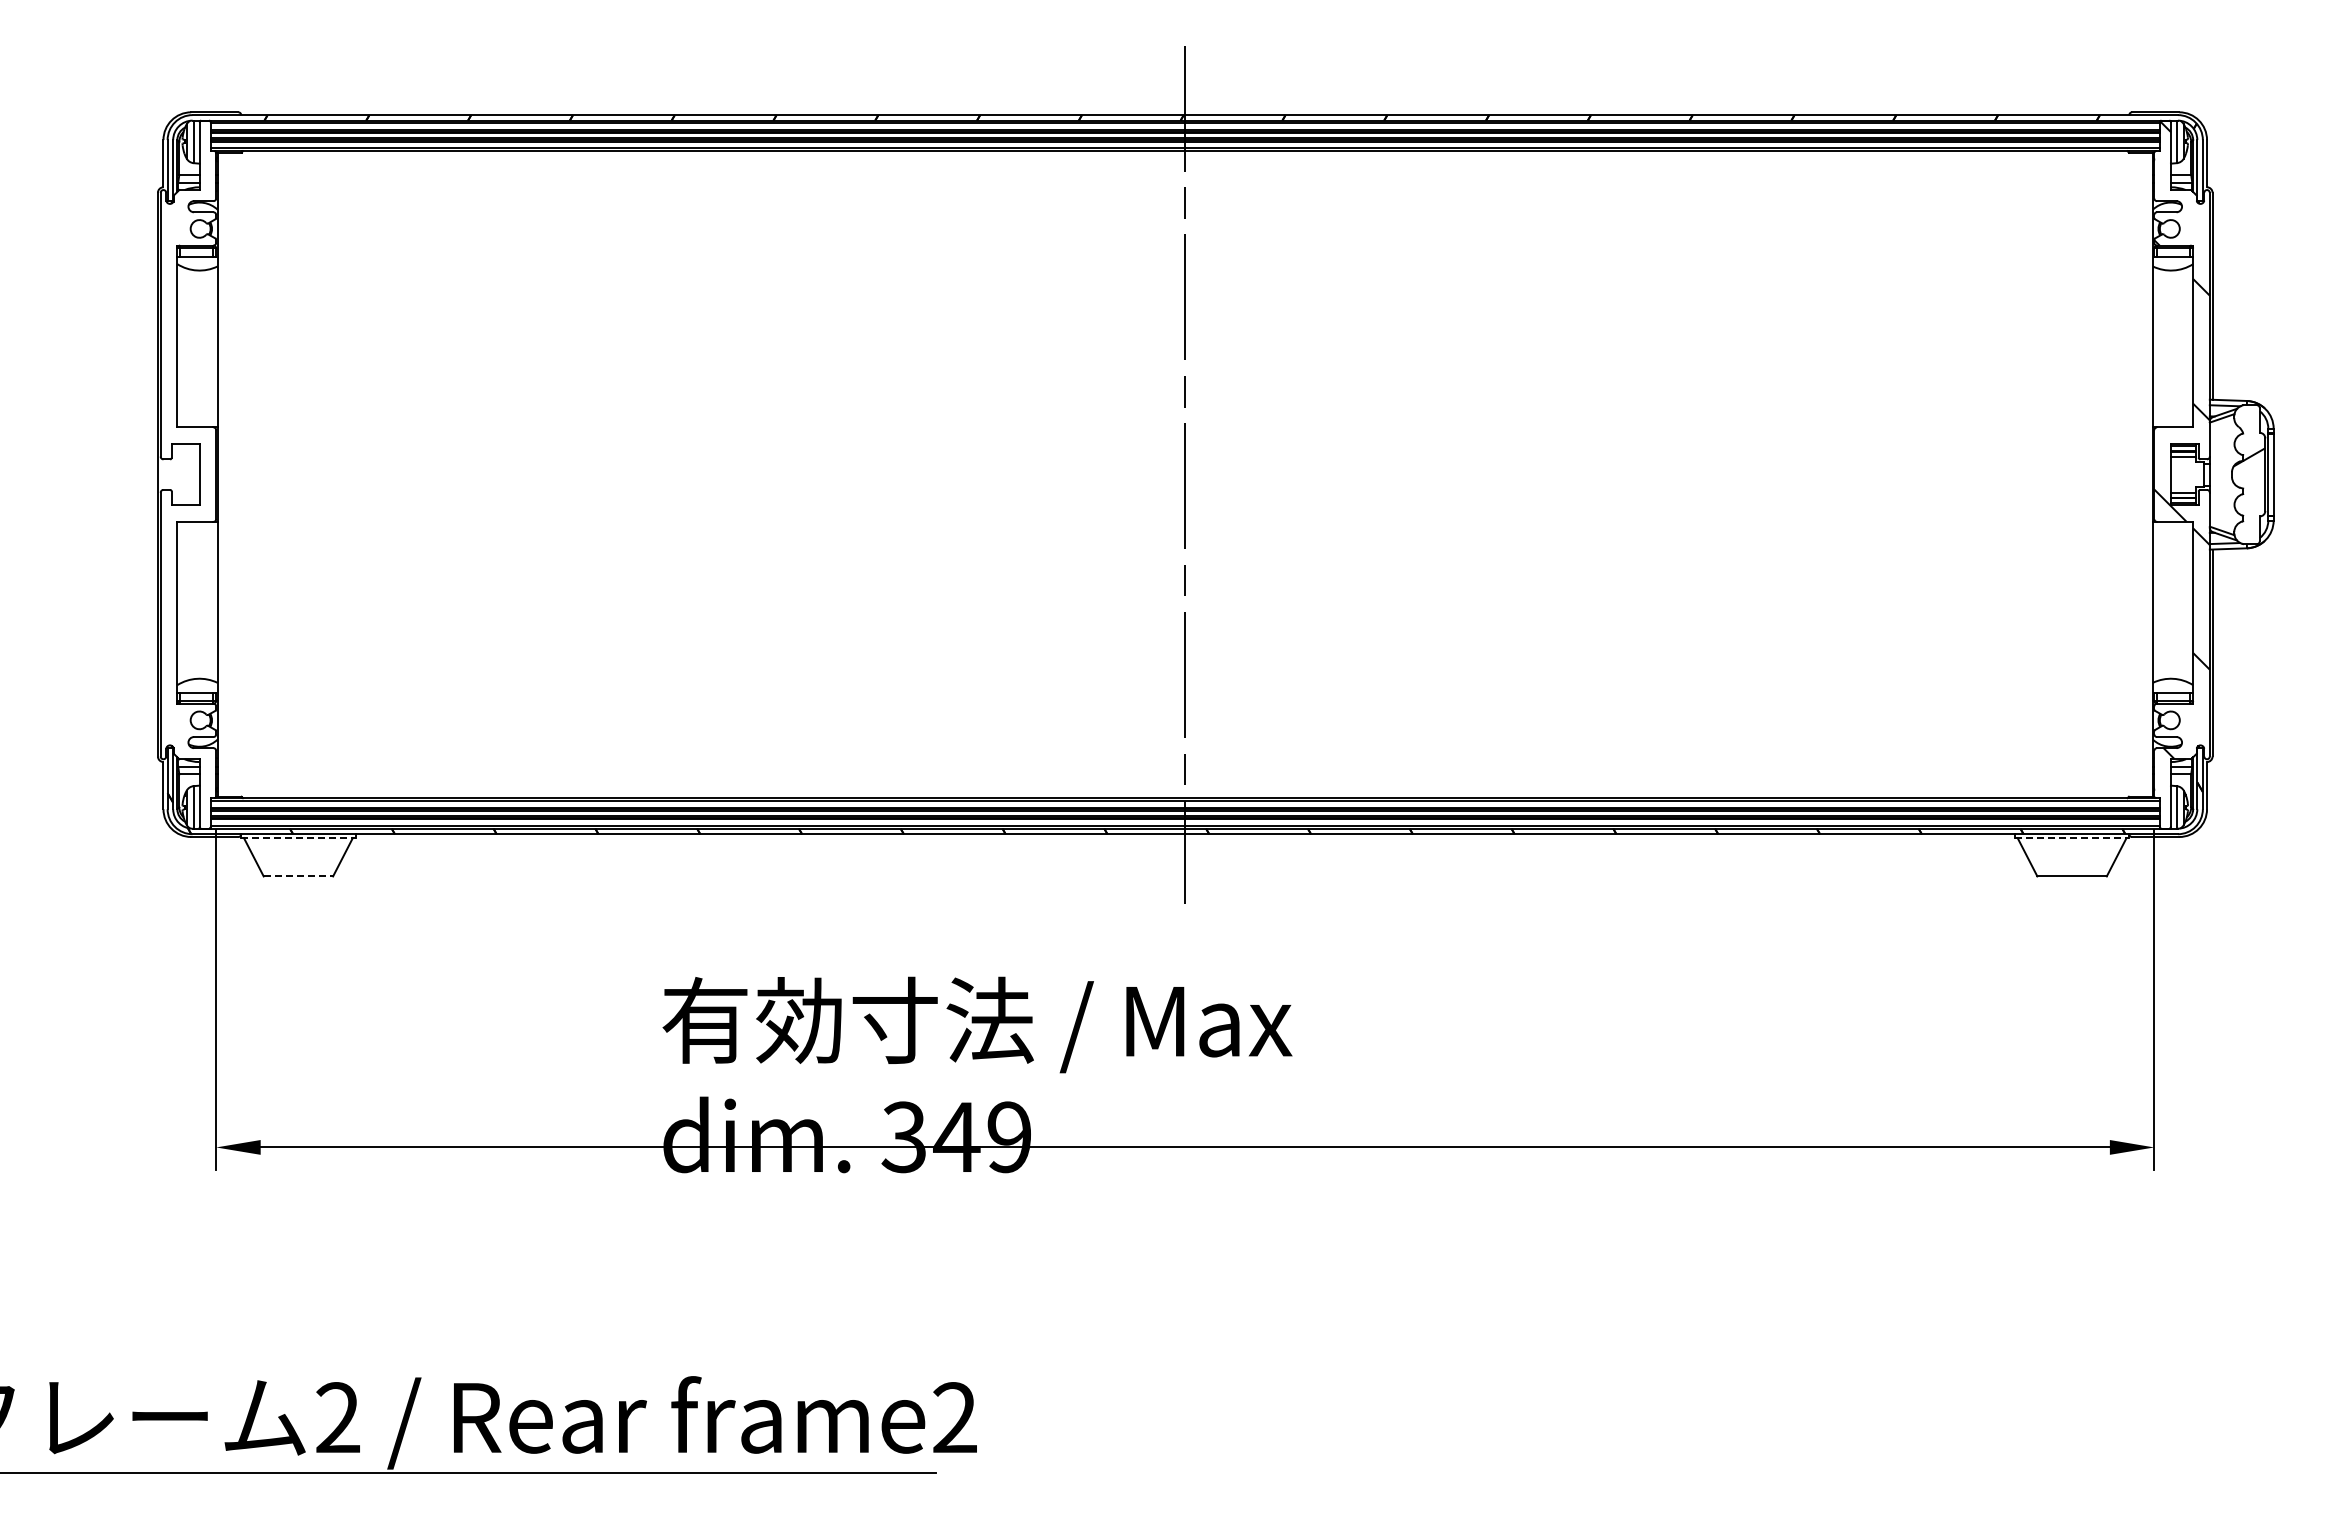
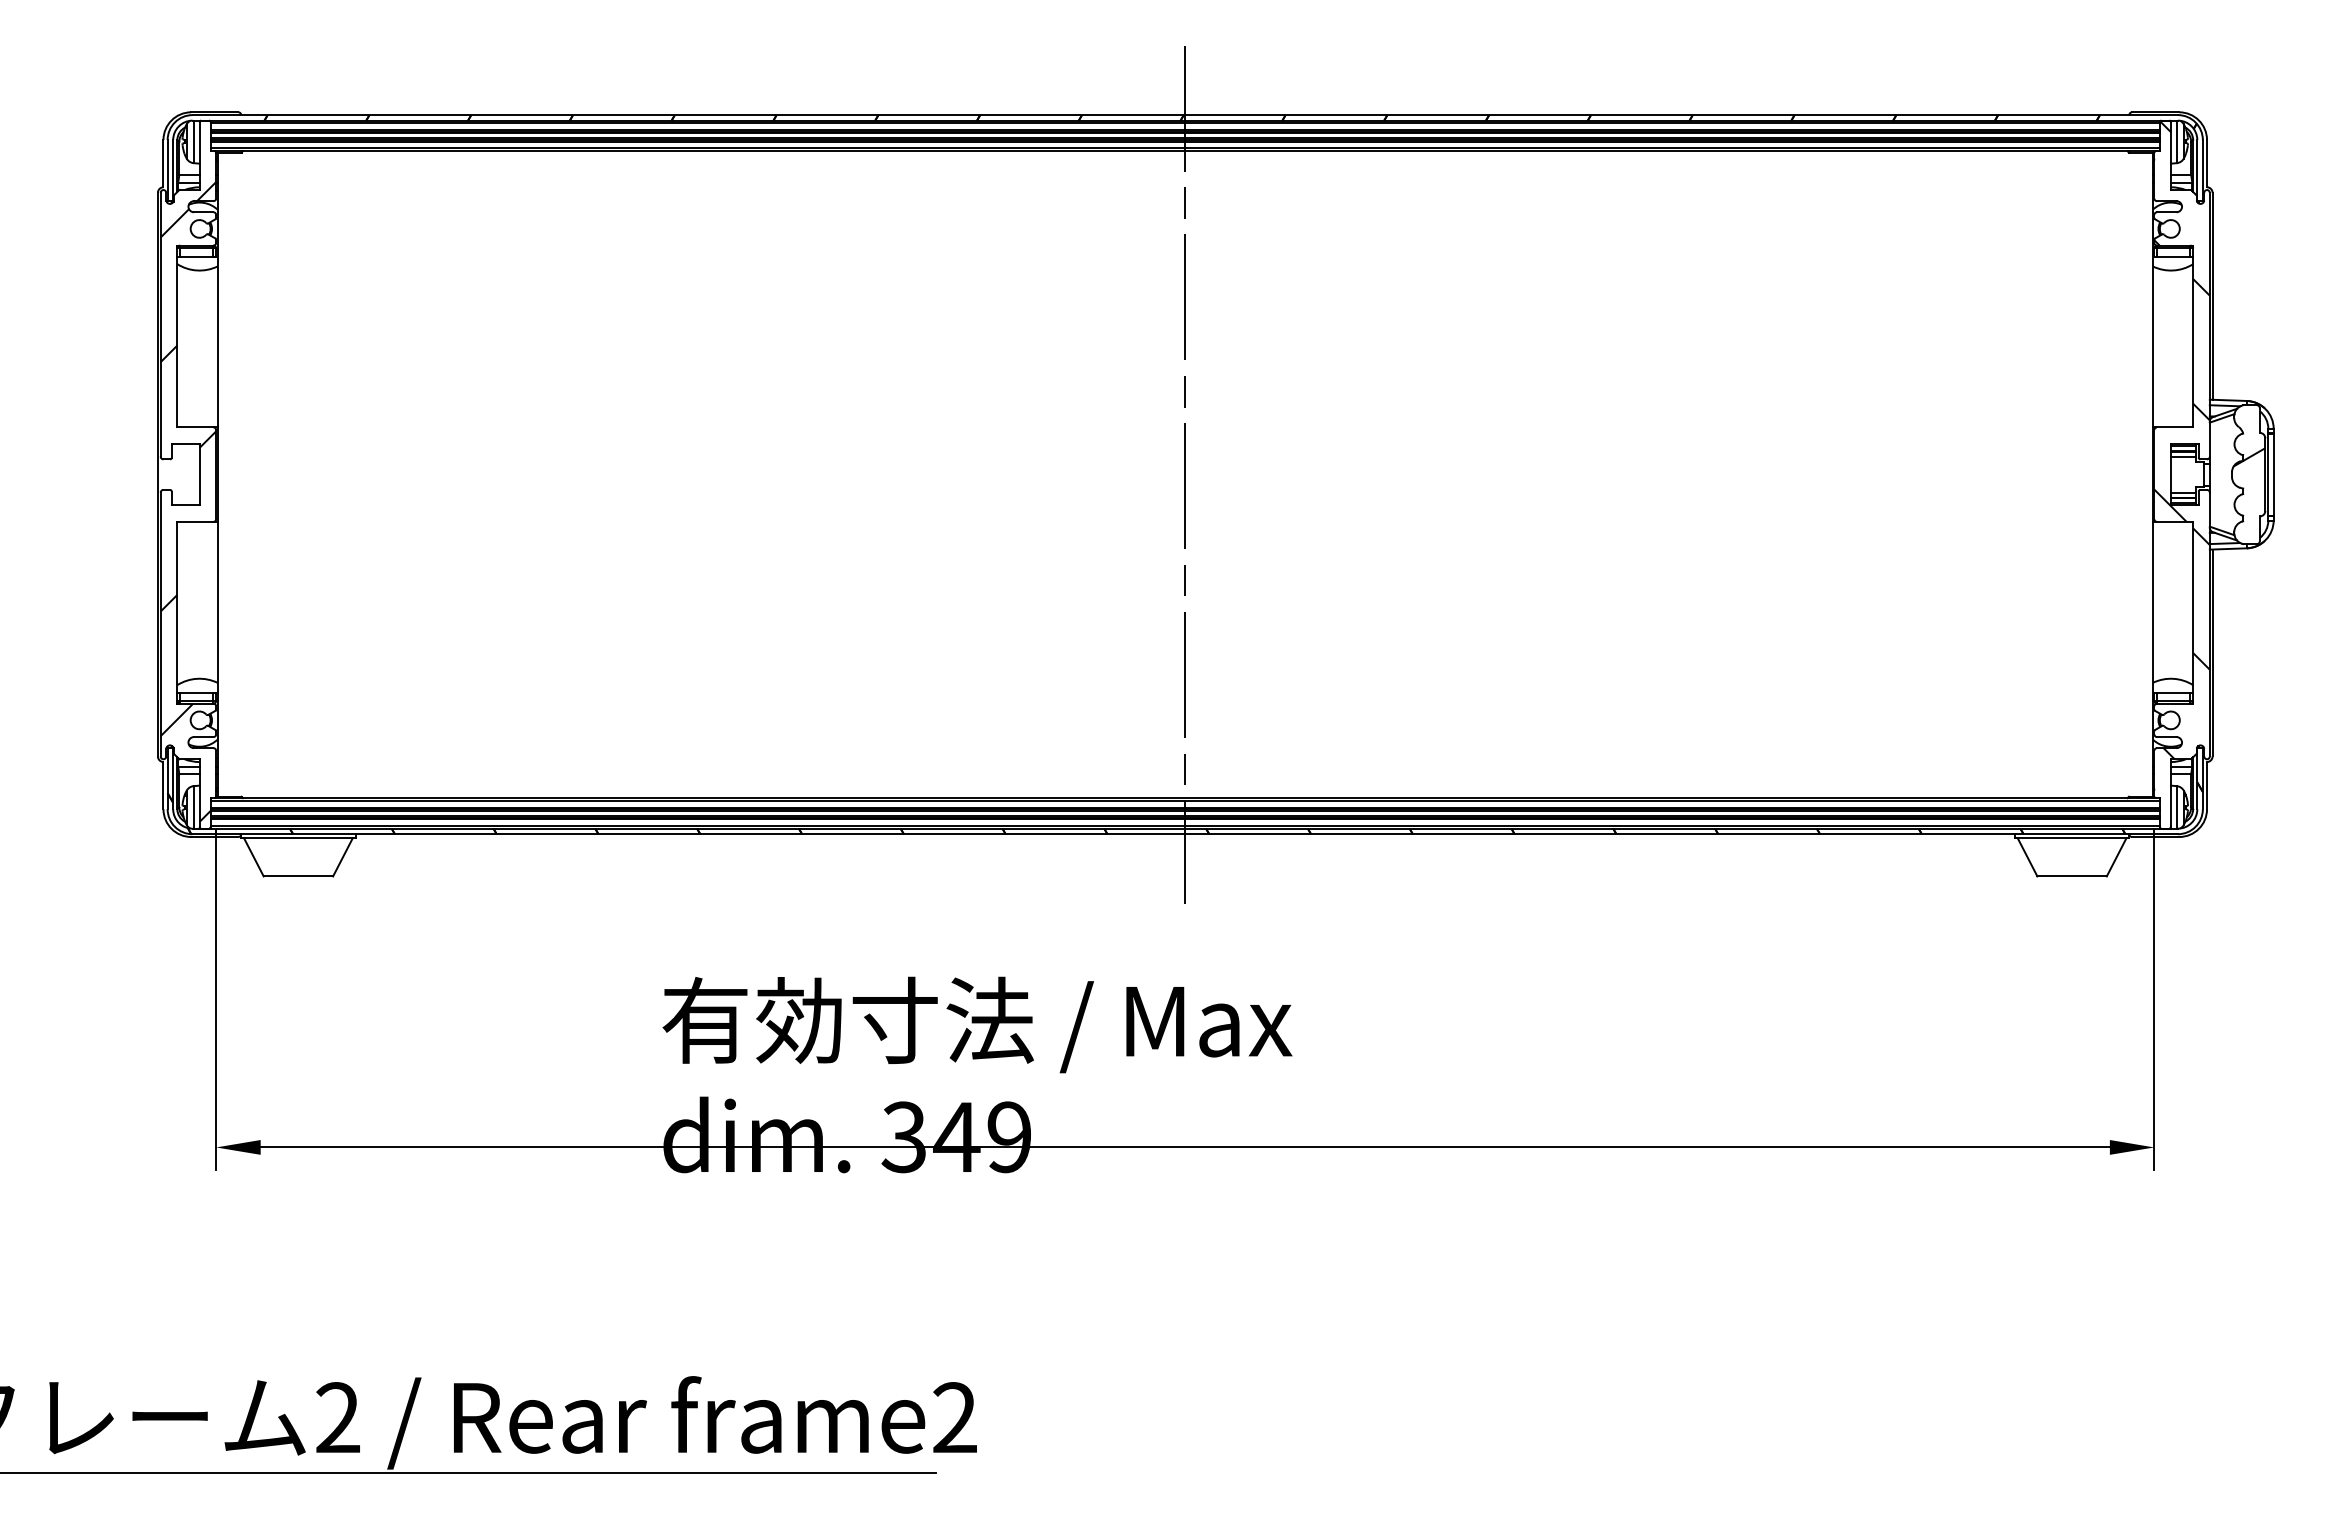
hatch at (188, 501): none -> present
line at (298, 838): dashed -> solid
line at (2072, 838): dashed -> solid
line at (298, 876): dashed -> solid
